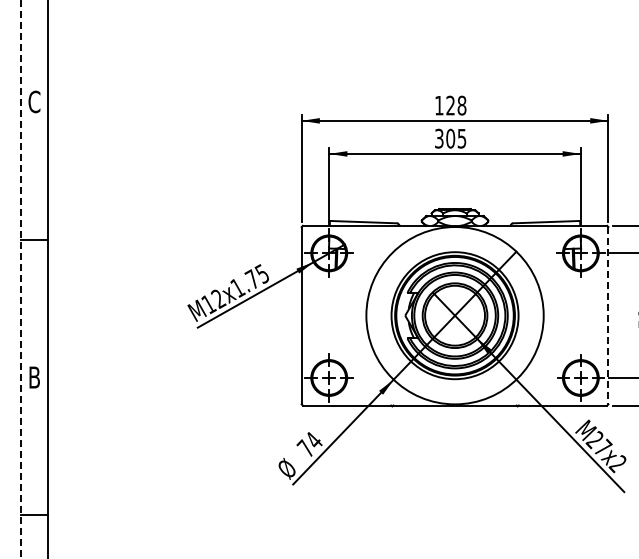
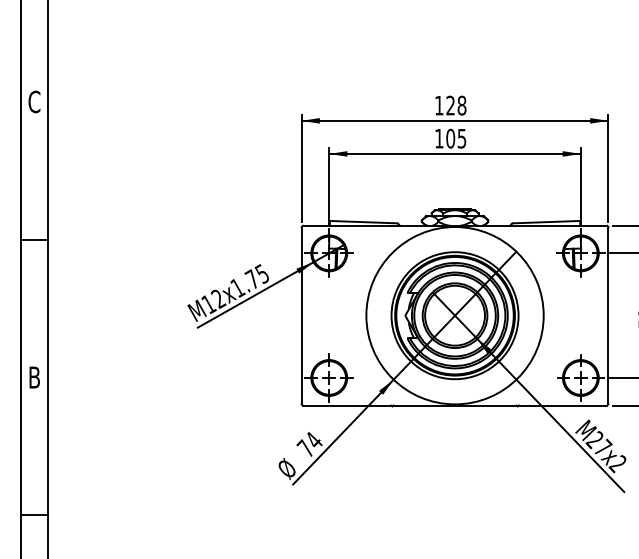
text at (439, 138): 305 -> 105
line at (20, 279): dashed -> solid
line at (608, 315): dashed -> solid
